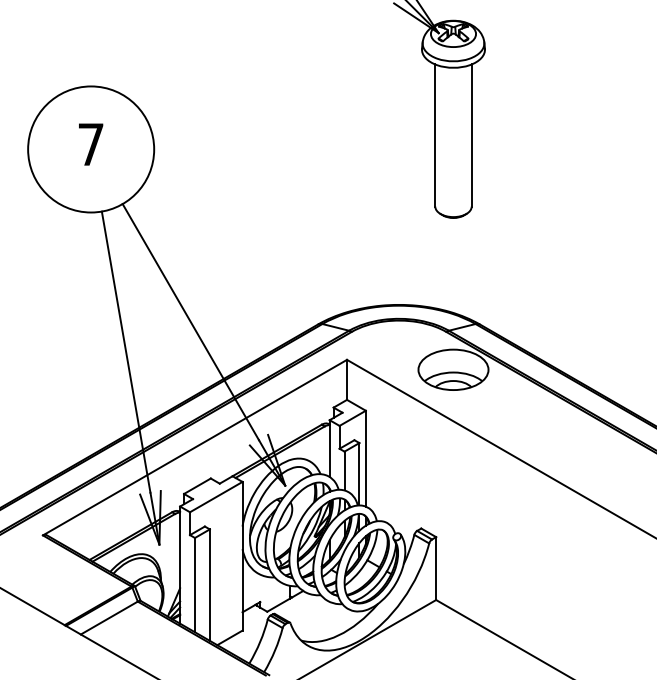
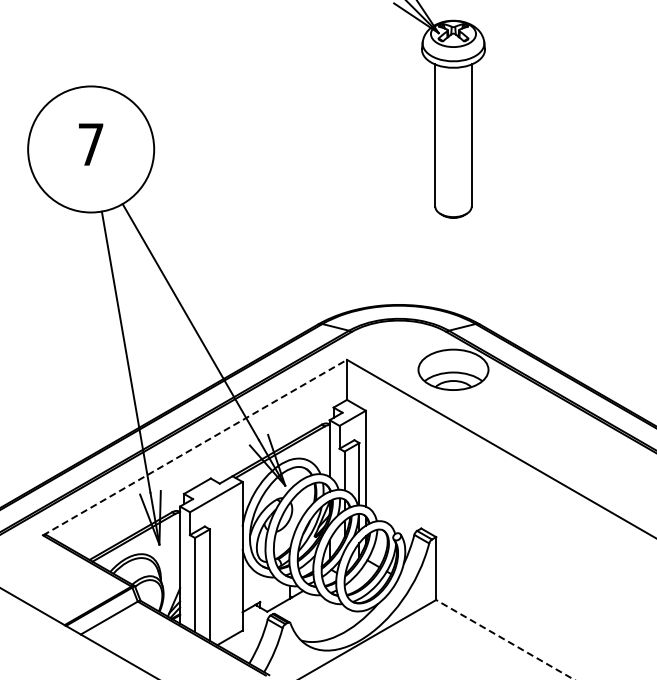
line at (194, 447): solid -> dashed
line at (505, 639): solid -> dashed
